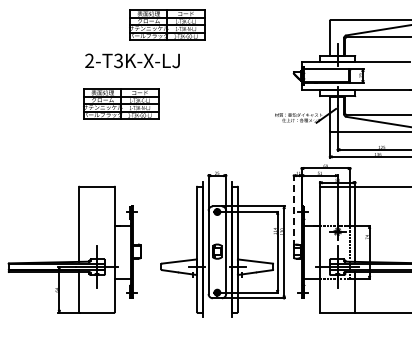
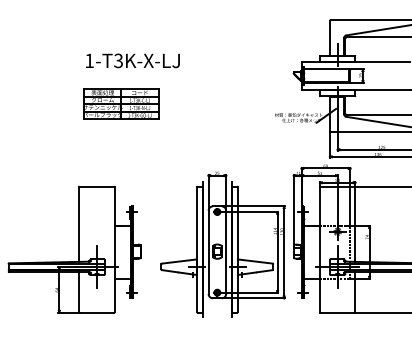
part at (167, 24): present -> none
text at (89, 60): 2-T3K-X-LJ -> 1-T3K-X-LJ
line at (293, 210): dashed -> solid
